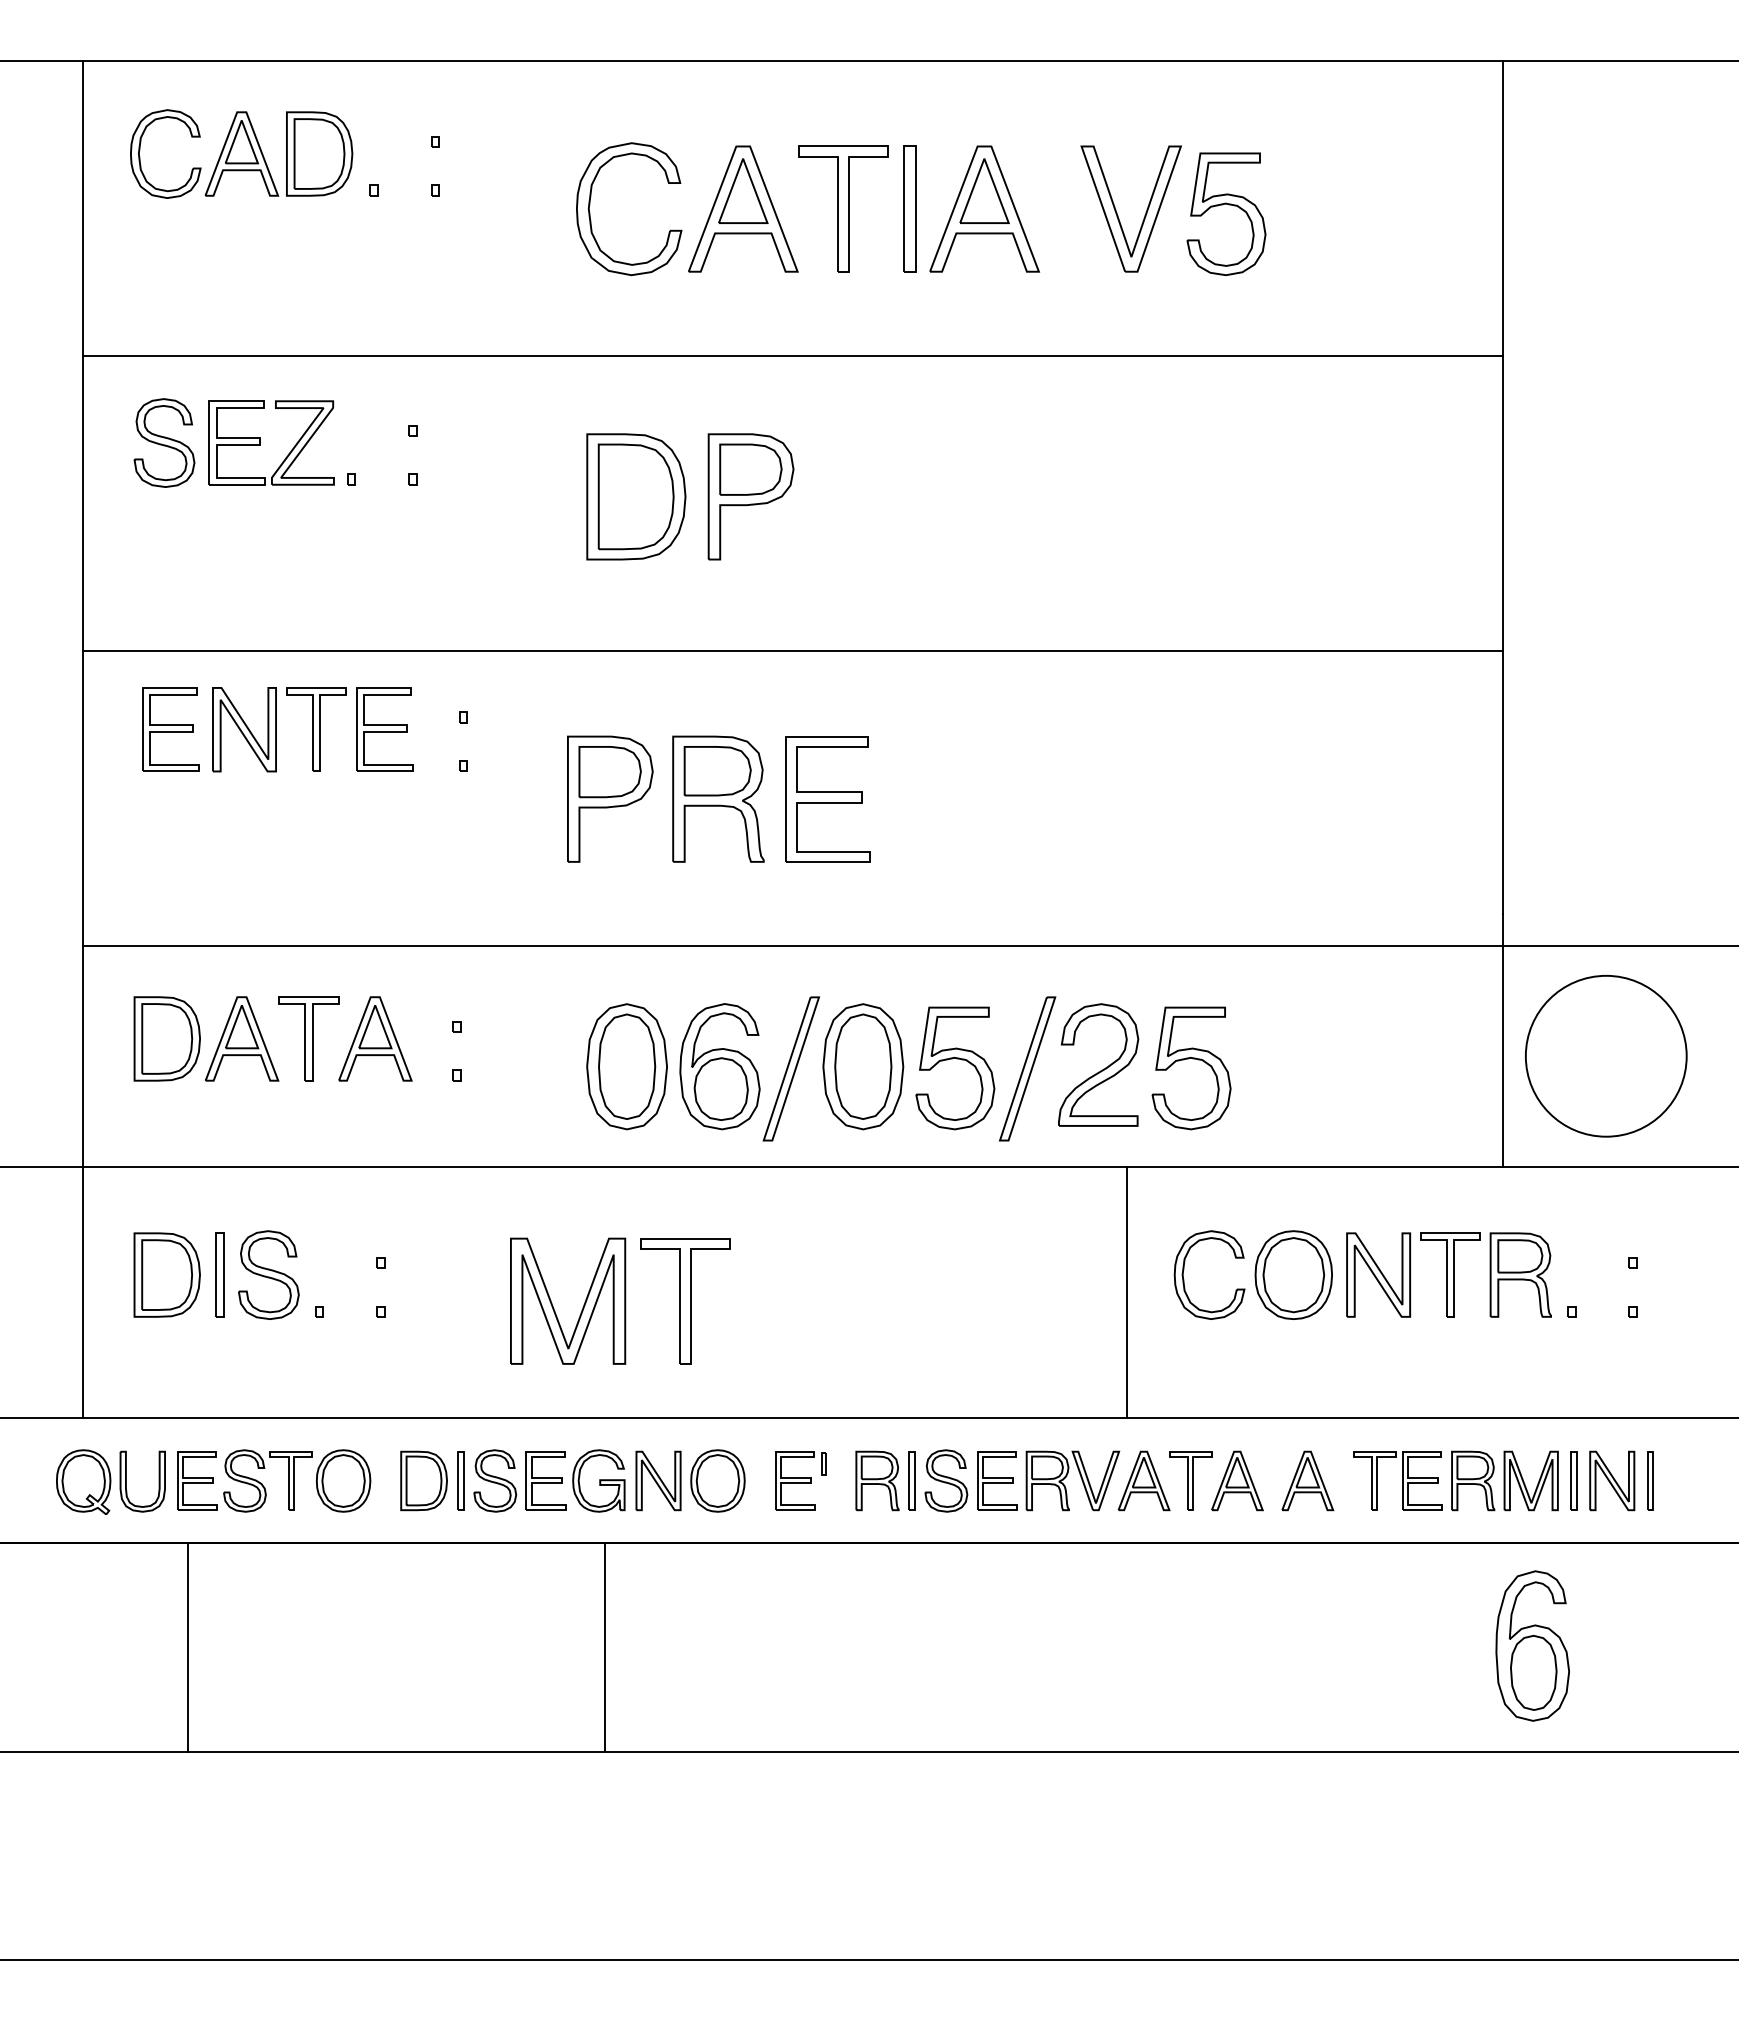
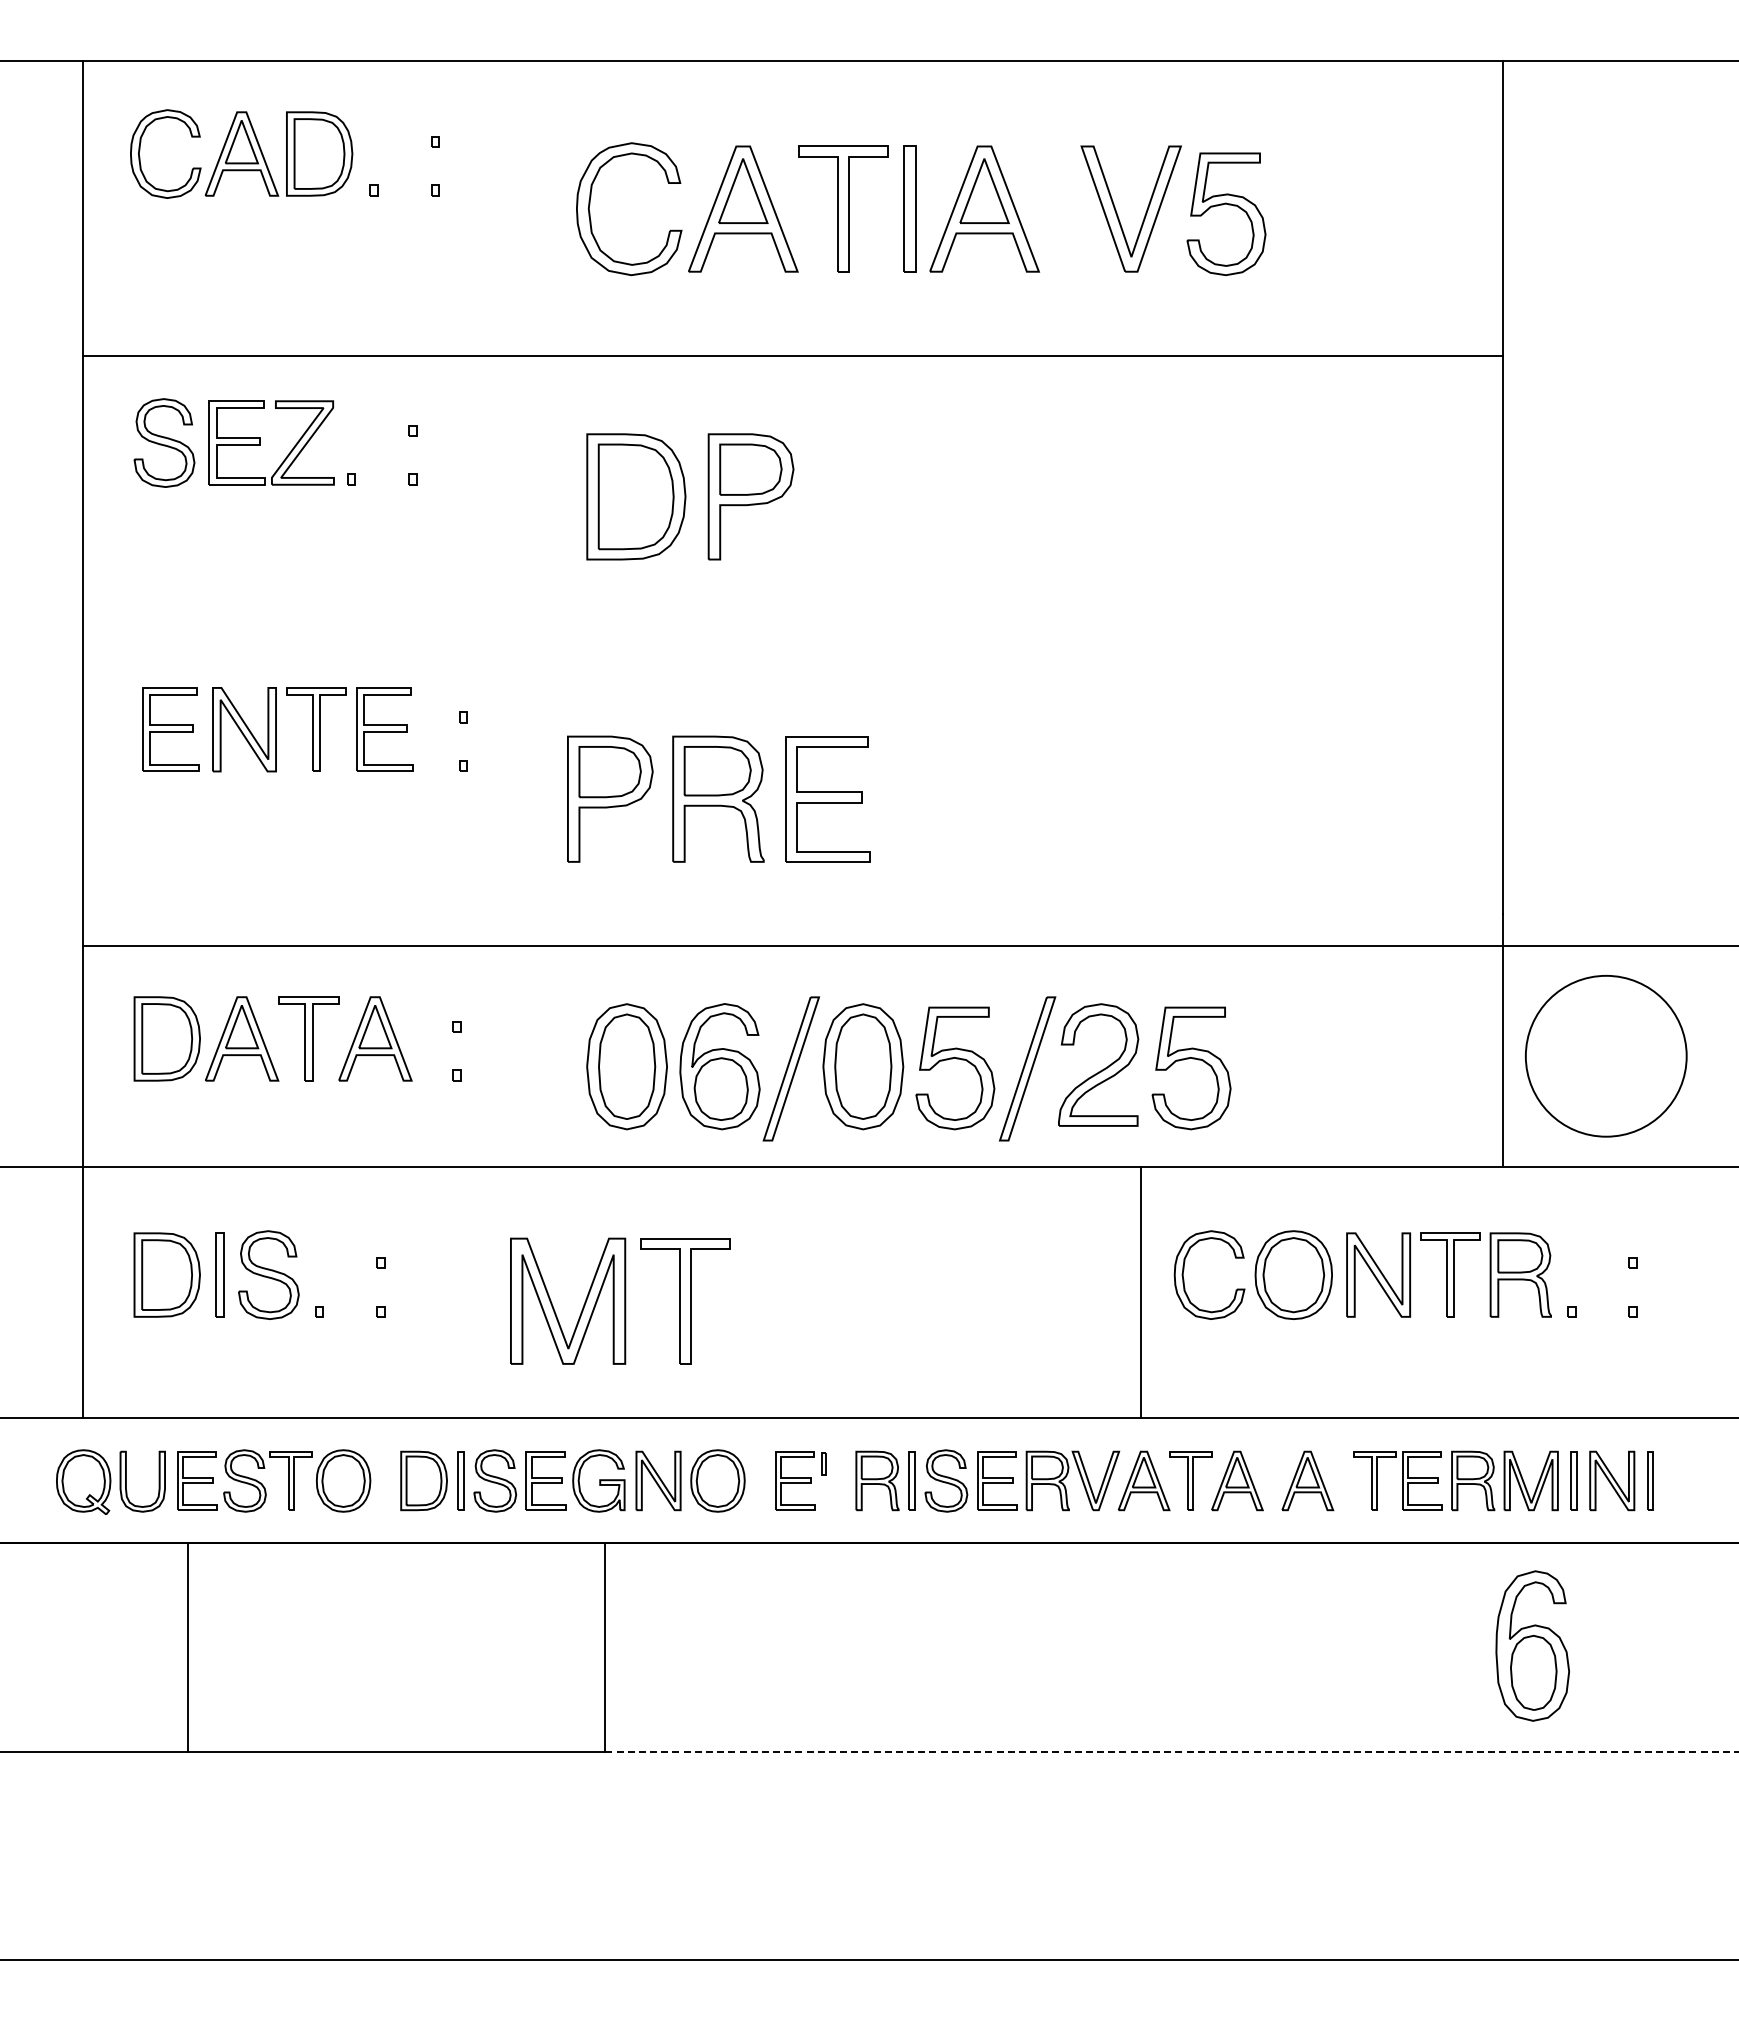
line at (793, 650): present -> none
line at (1127, 1292) position: (1127, 1292) -> (1141, 1292)
line at (1172, 1751): solid -> dashed
